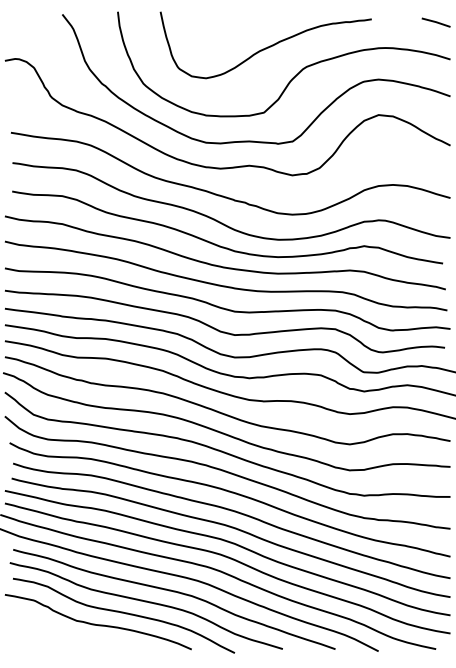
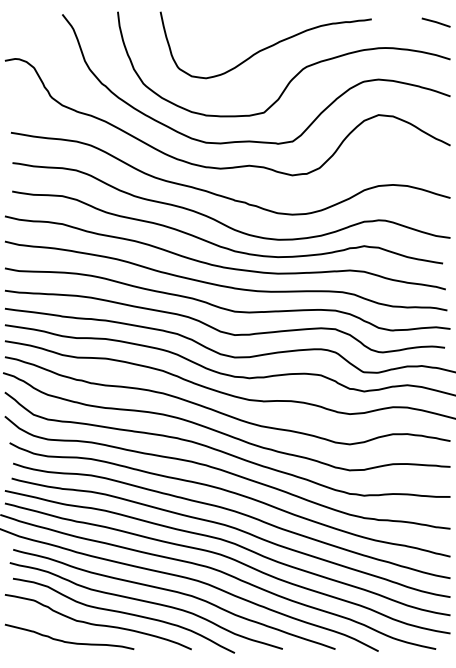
curve at (69, 641): none -> present
